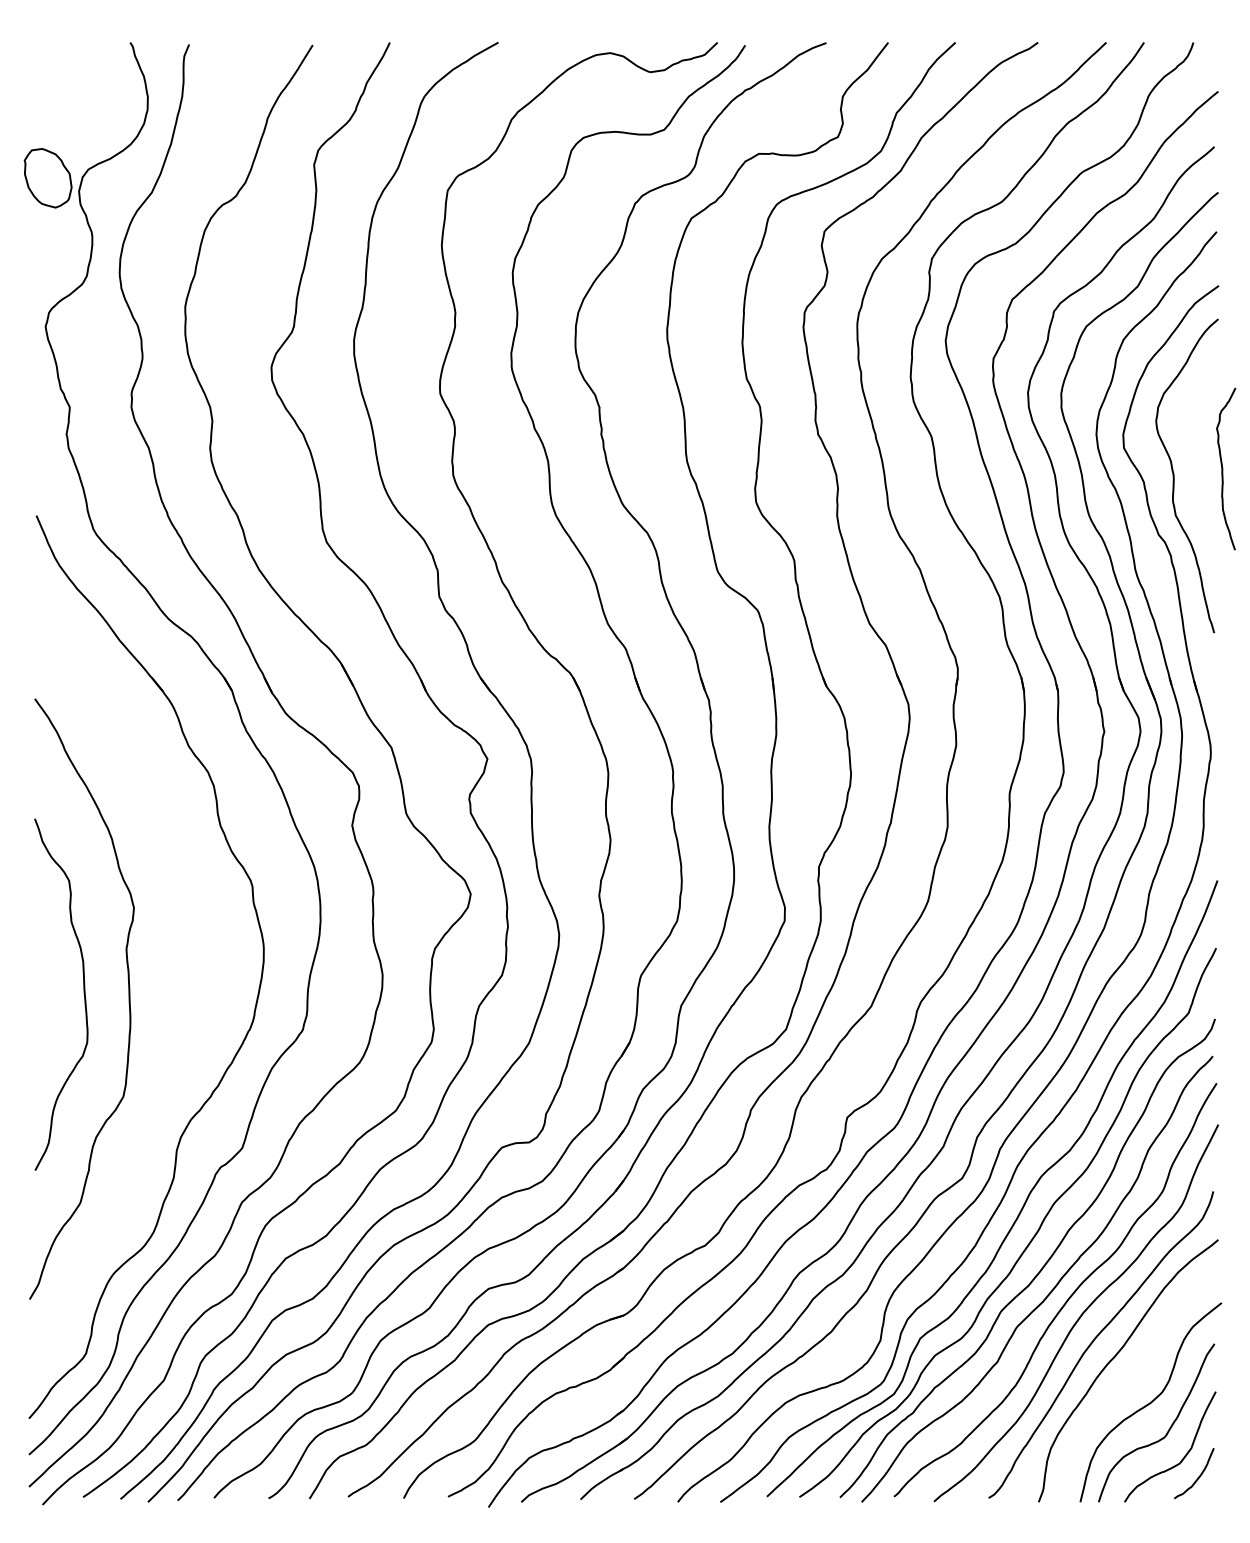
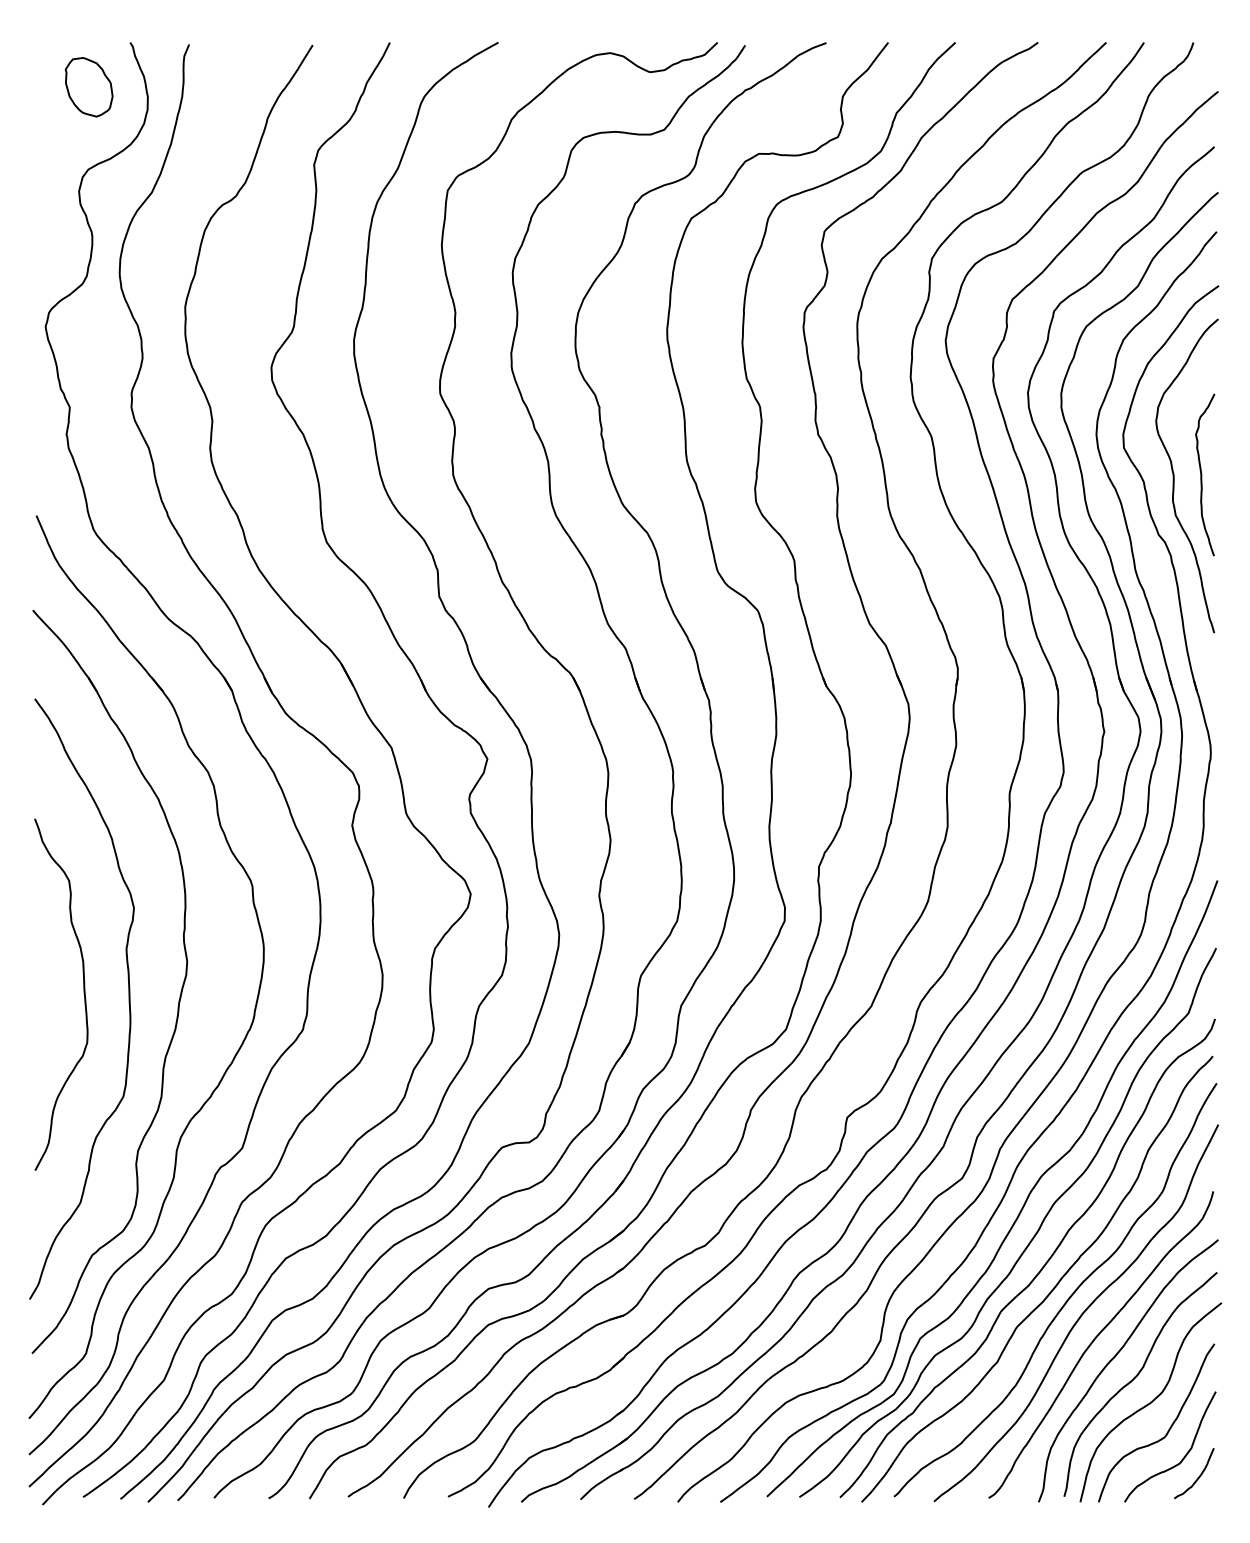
part at (47, 178) position: (47, 178) -> (88, 87)
curve at (1223, 468) position: (1223, 468) -> (1202, 474)
part at (178, 1000): none -> present
curve at (1135, 1378): none -> present
